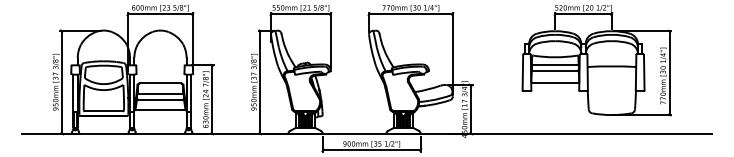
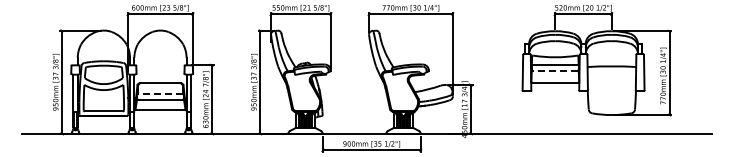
line at (554, 70): solid -> dashed
line at (160, 93): solid -> dashed
